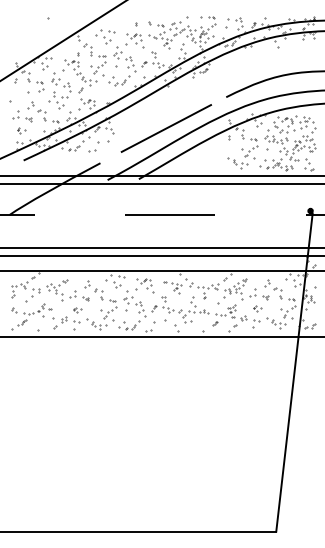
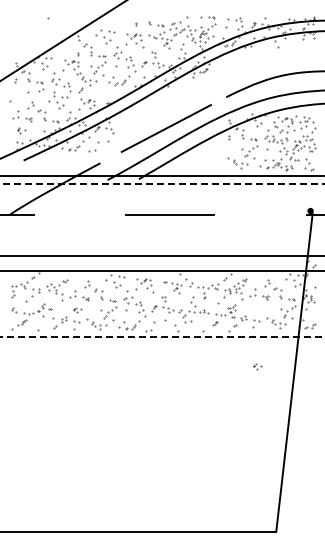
line at (162, 184): solid -> dashed
line at (161, 248): present -> none
part at (257, 308) position: (257, 308) -> (257, 366)
line at (162, 337): solid -> dashed
